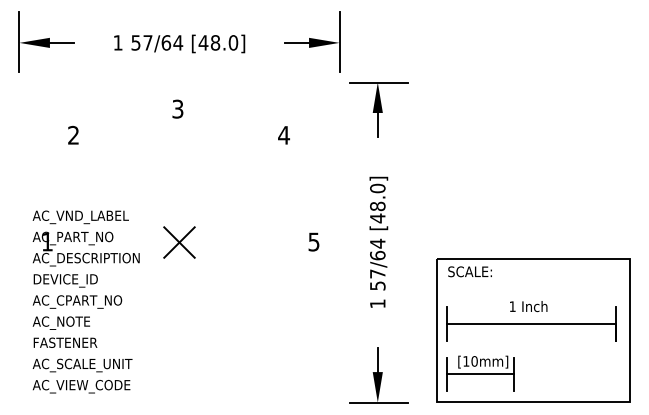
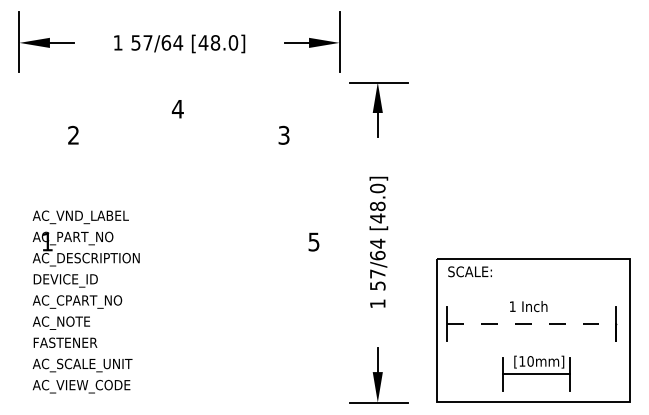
text at (177, 108): 3 -> 4
text at (284, 134): 4 -> 3
part at (179, 242): present -> none
line at (531, 323): solid -> dashed
part at (480, 373) position: (480, 373) -> (536, 373)
